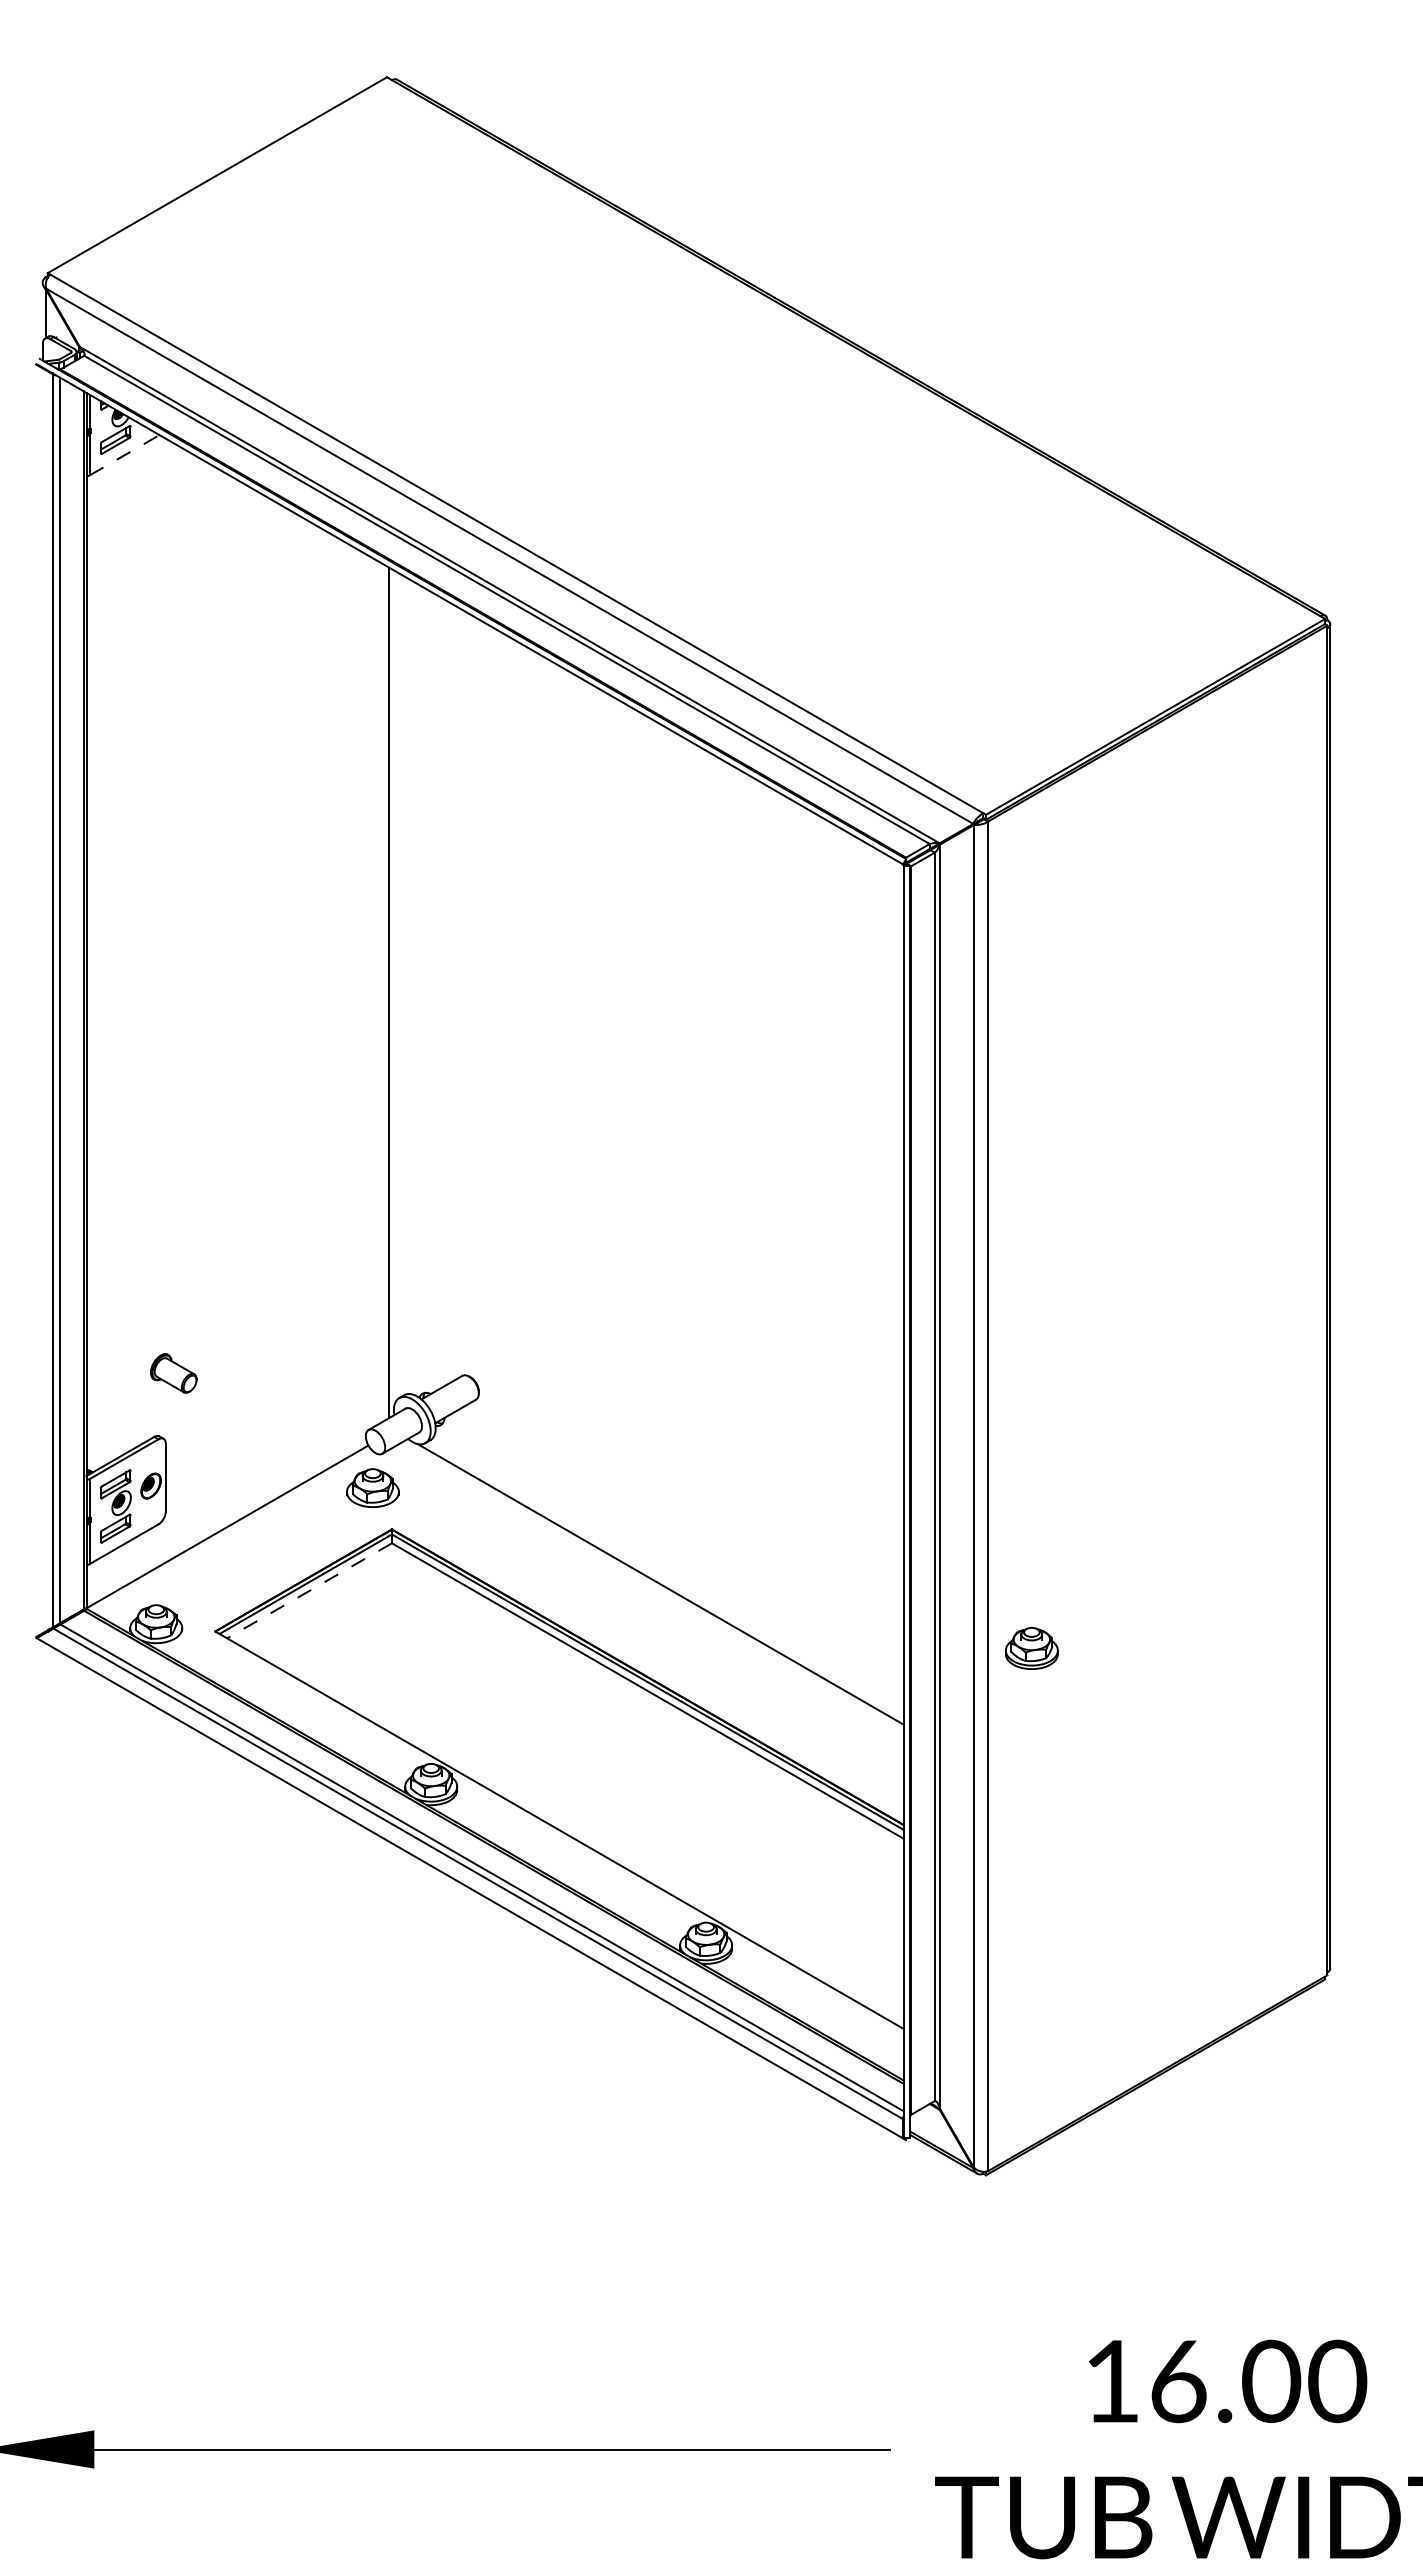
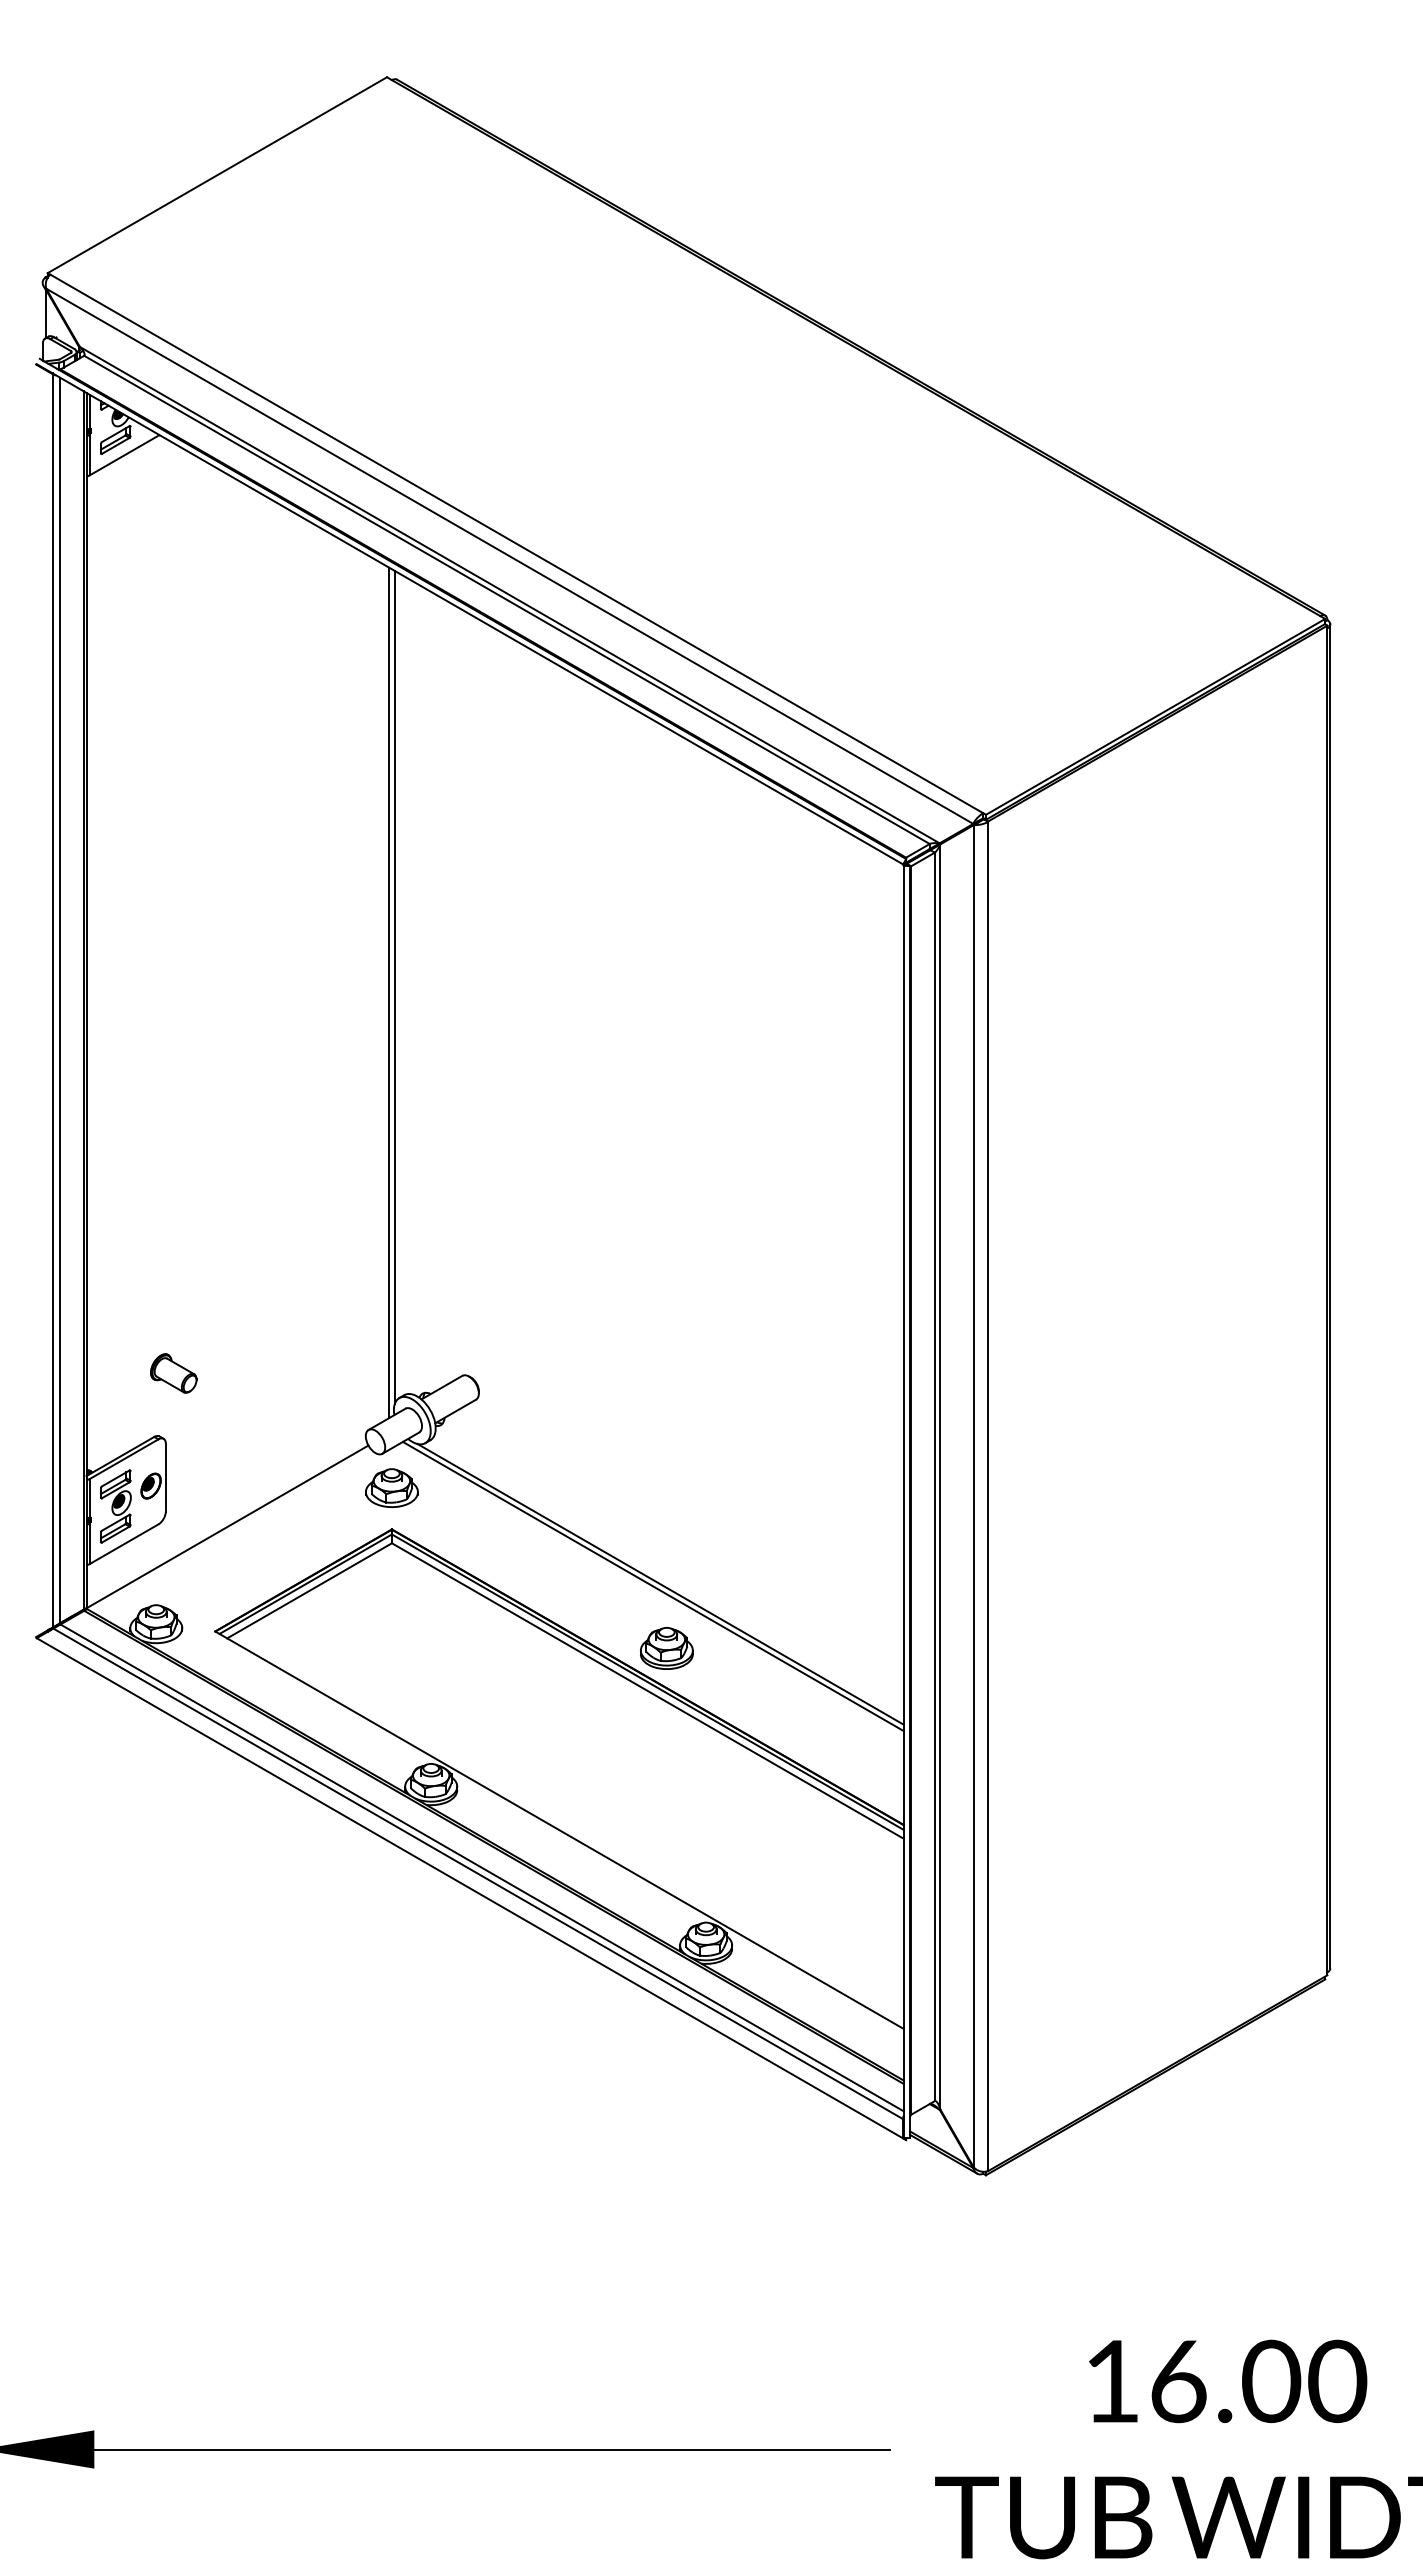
line at (124, 455): dashed -> solid
line at (394, 987): none -> present
part at (372, 1487) position: (372, 1487) -> (391, 1487)
line at (652, 1586): none -> present
line at (309, 1591): dashed -> solid
part at (1031, 1648) position: (1031, 1648) -> (666, 1648)
